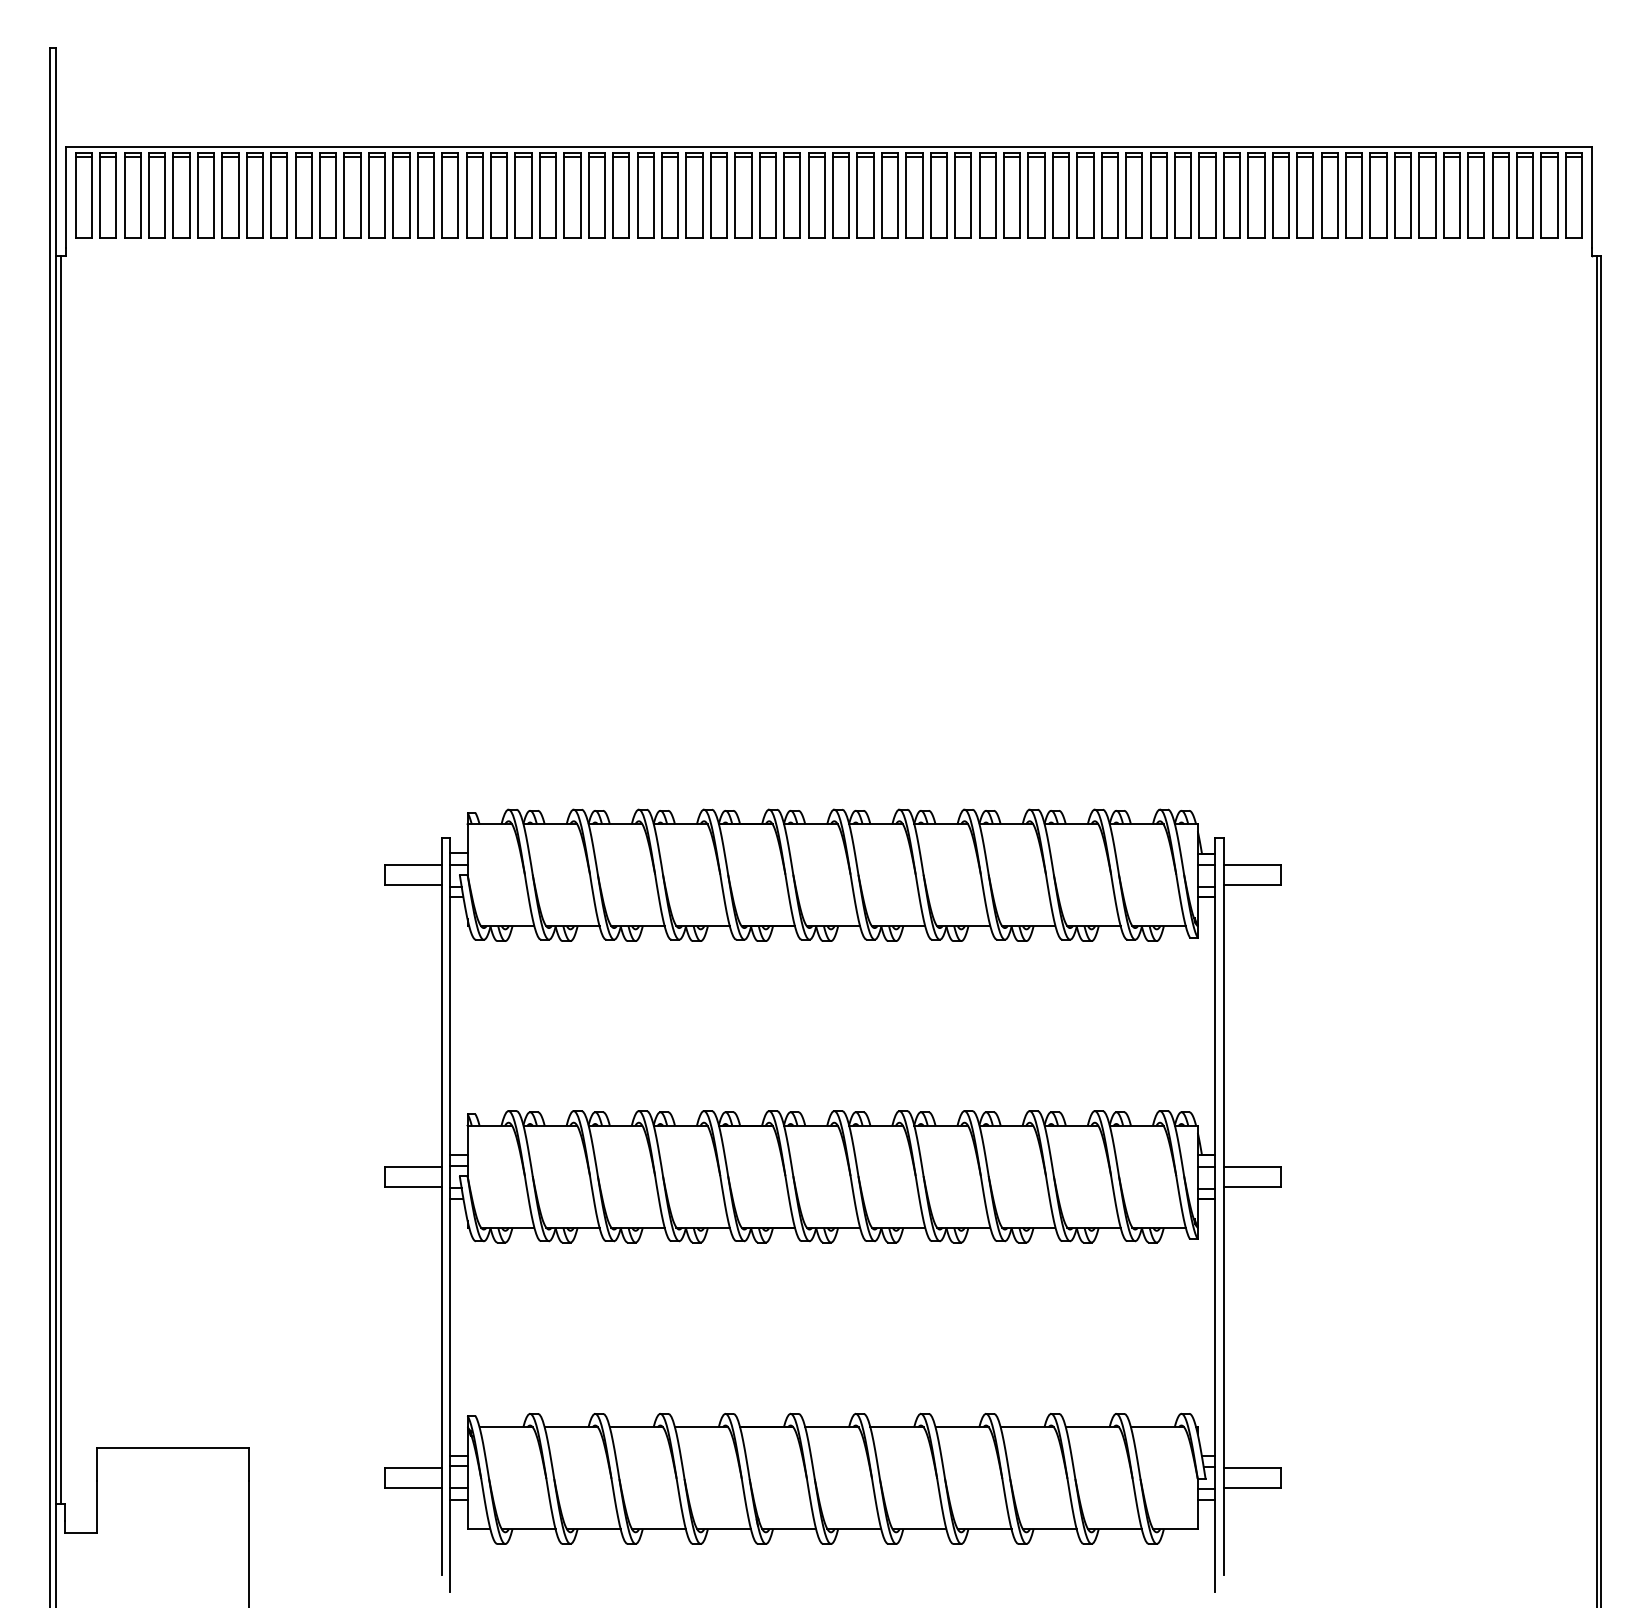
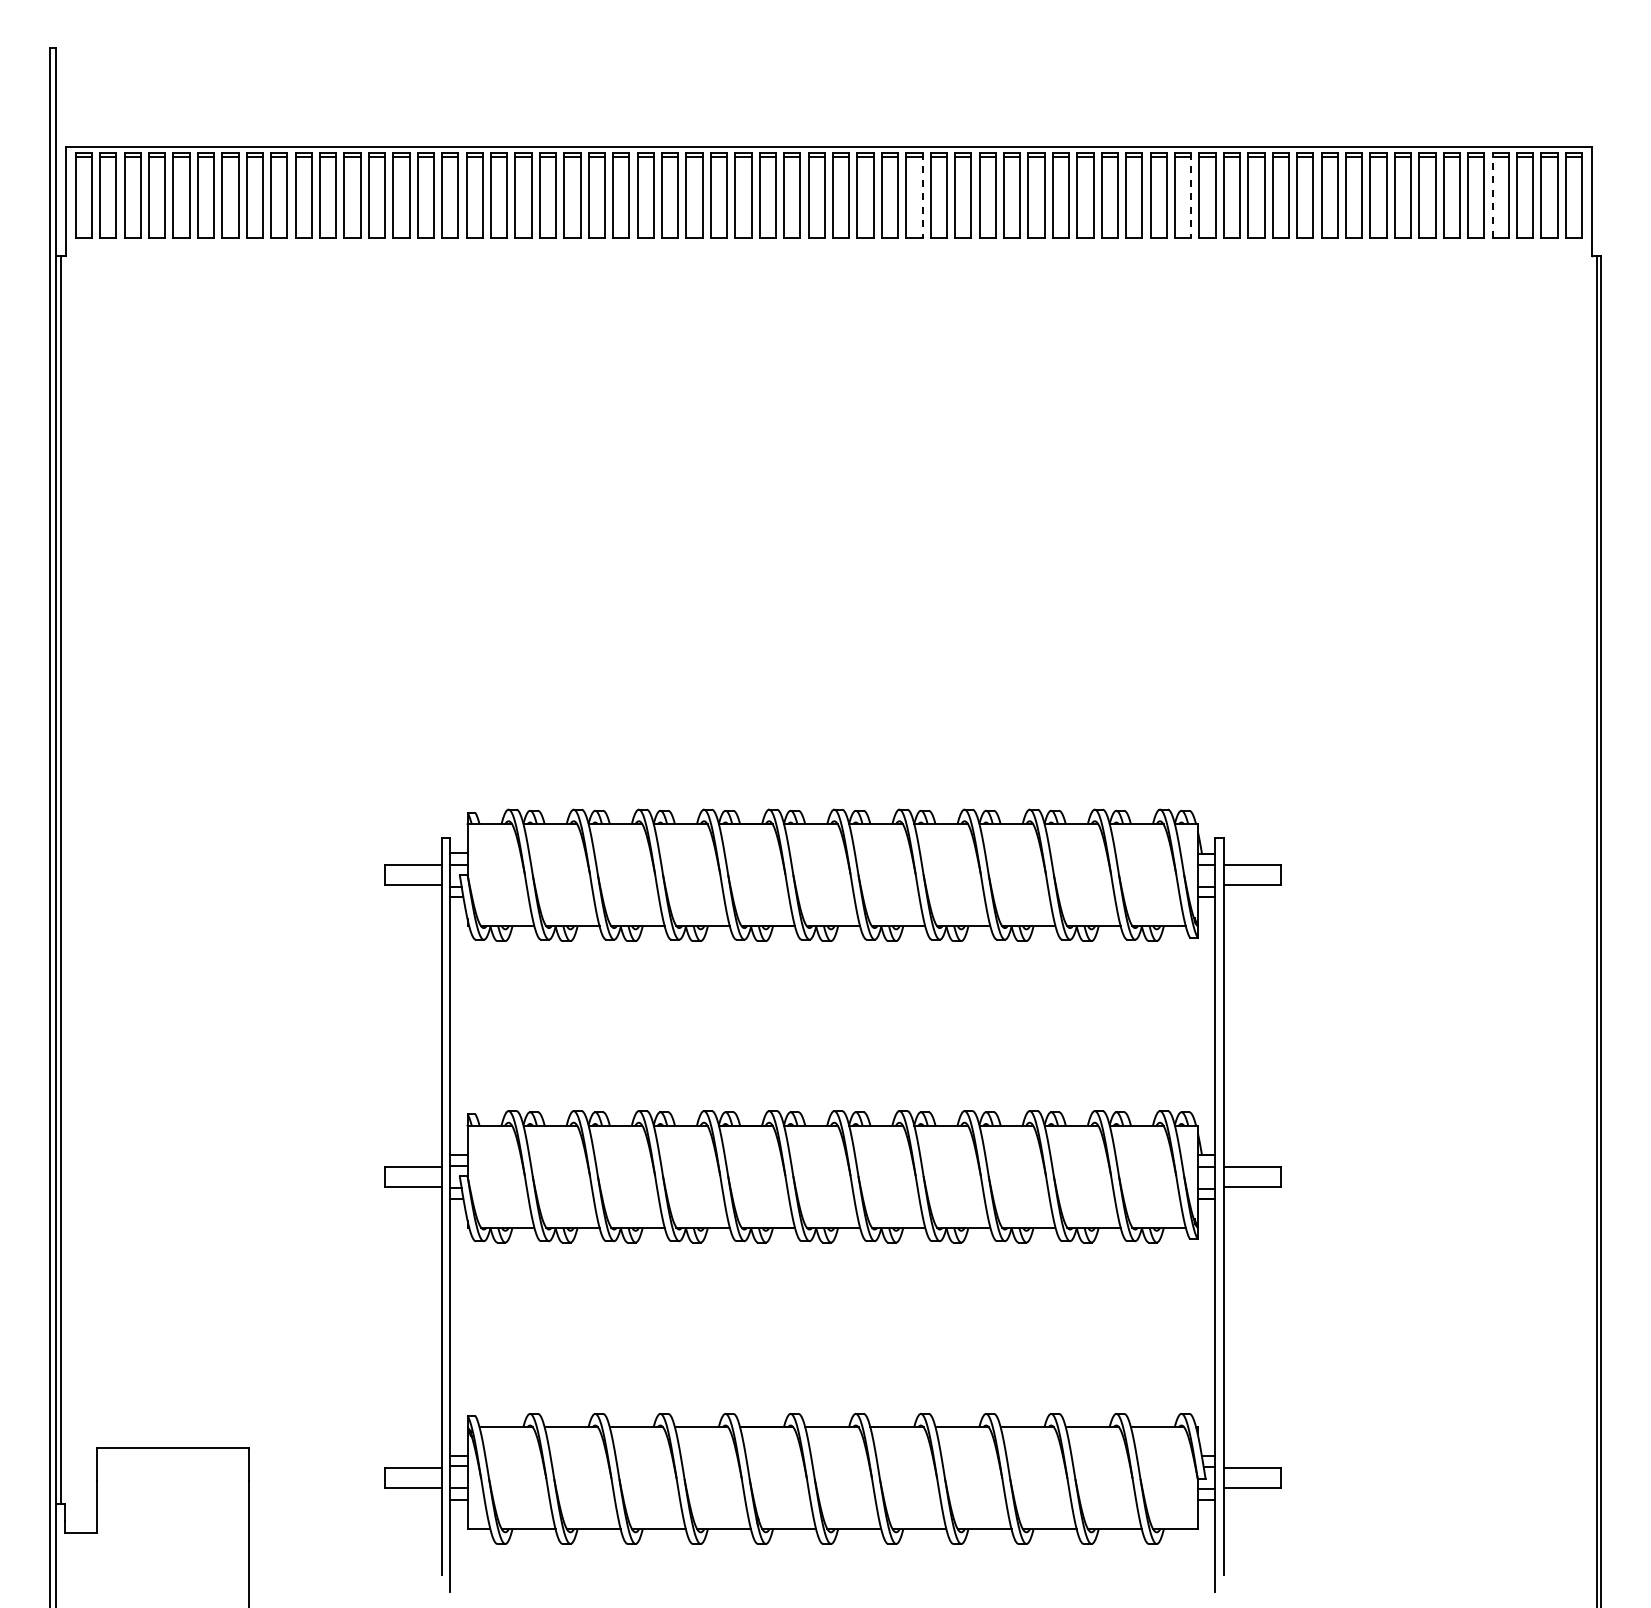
line at (1492, 194): solid -> dashed
line at (922, 195): solid -> dashed
line at (1191, 195): solid -> dashed
